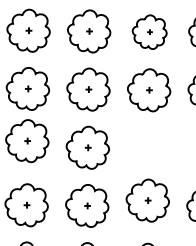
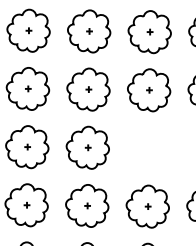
part at (149, 31) size: 37x36 px -> 45x45 px
part at (27, 141) position: (27, 141) -> (27, 147)
part at (147, 200) position: (147, 200) -> (147, 206)
